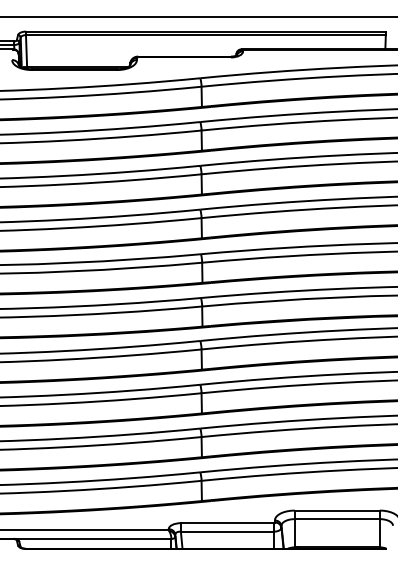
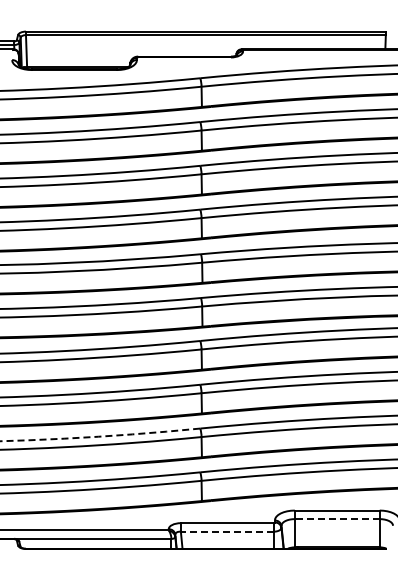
line at (198, 16): present -> none
arc at (100, 436): solid -> dashed
line at (336, 519): solid -> dashed
line at (226, 531): solid -> dashed
